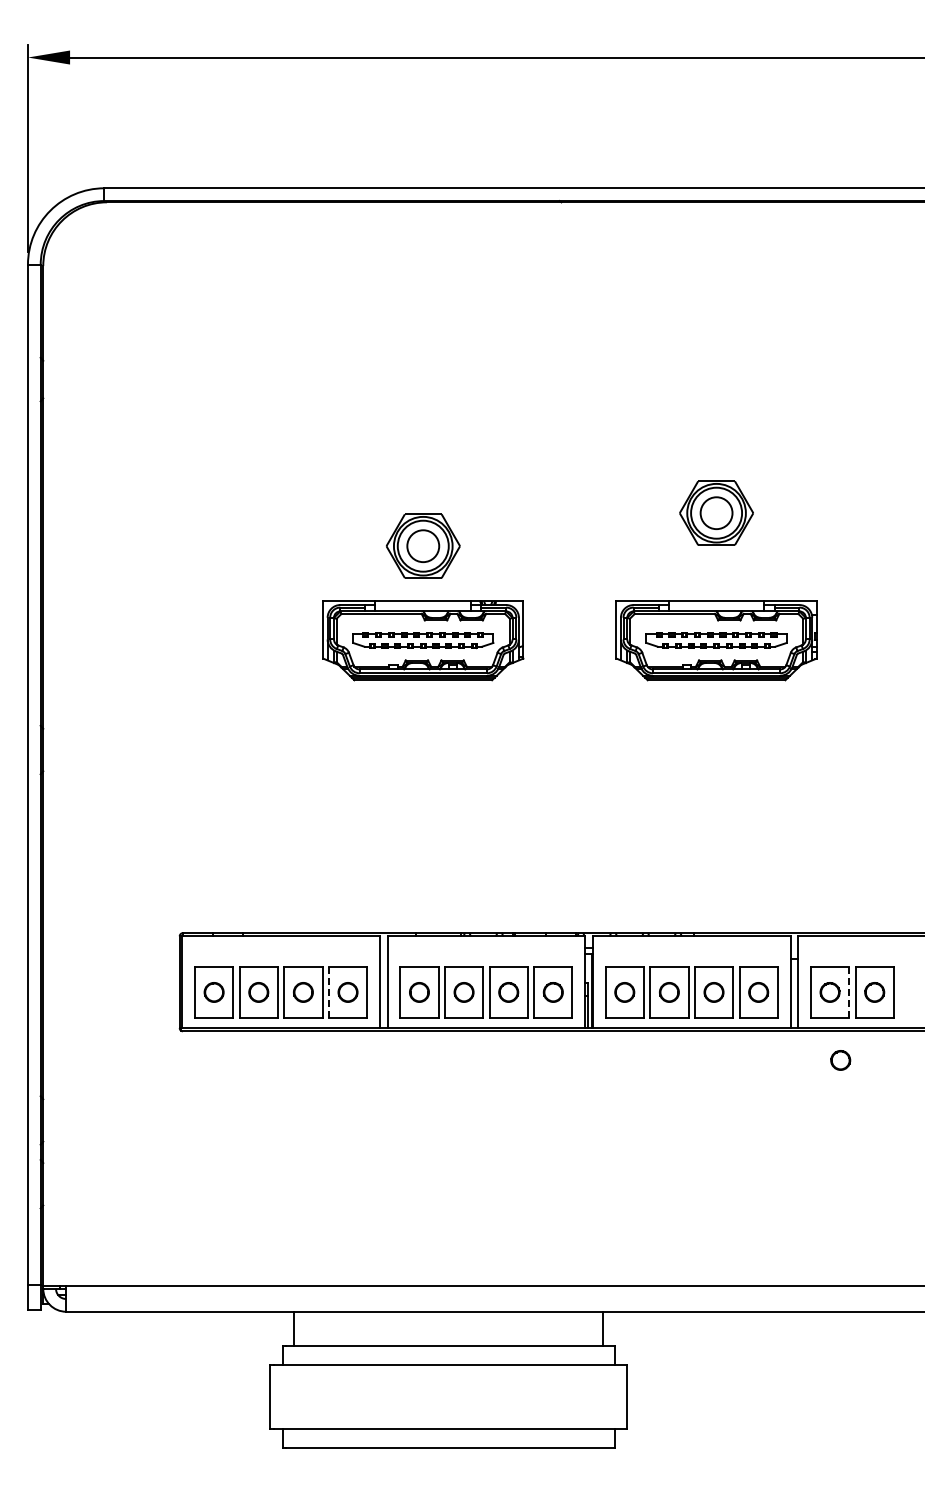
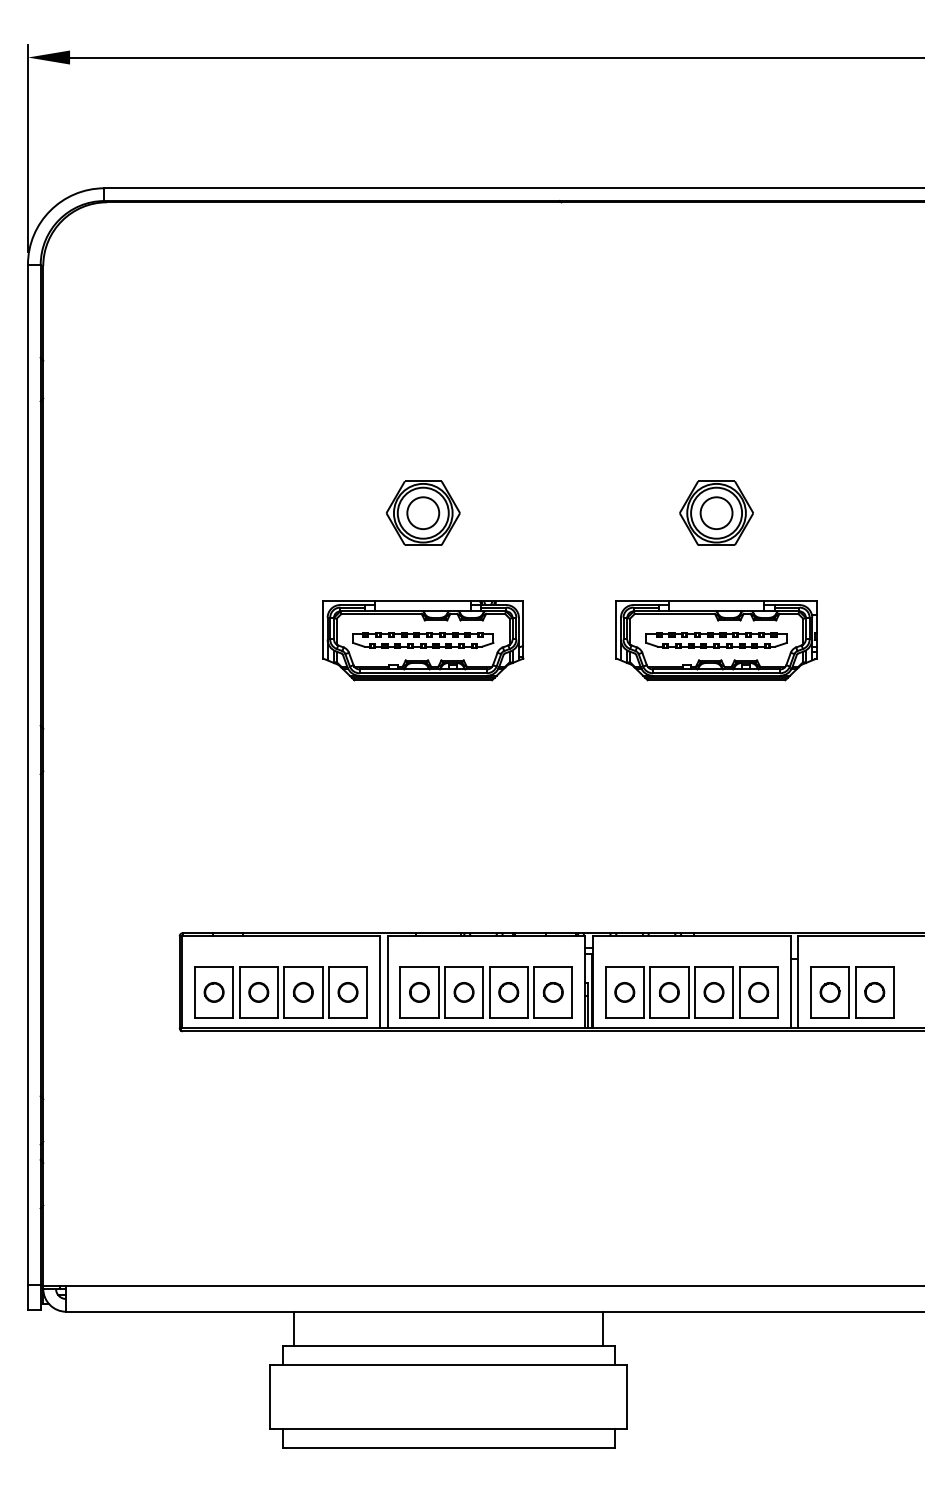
part at (423, 545) position: (423, 545) -> (423, 512)
line at (328, 992): dashed -> solid
line at (849, 992): dashed -> solid
circle at (840, 1060): present -> none
